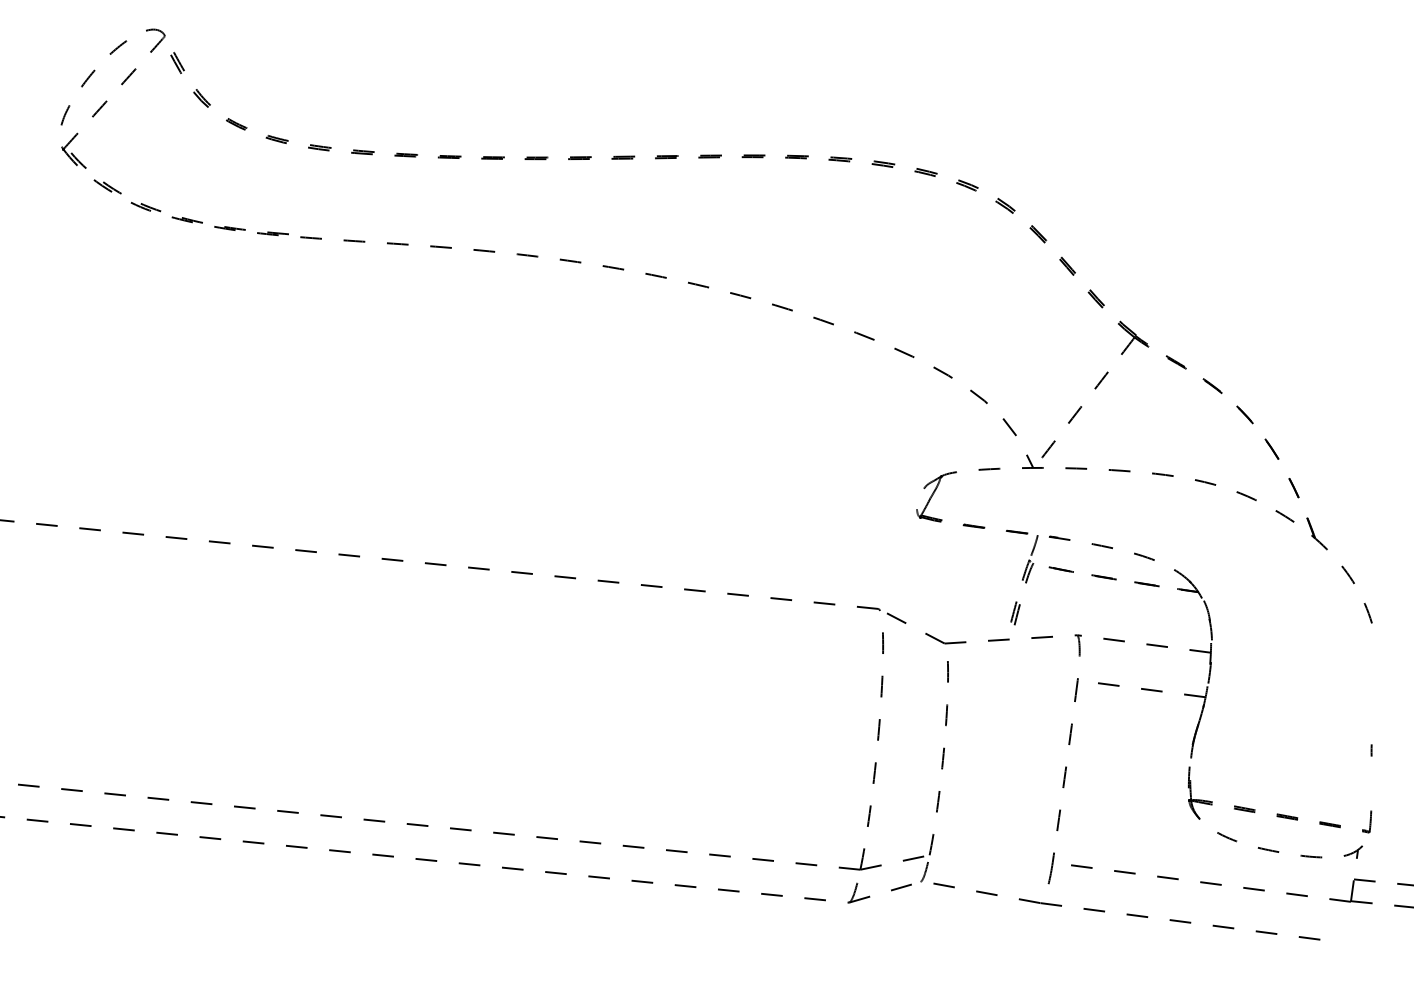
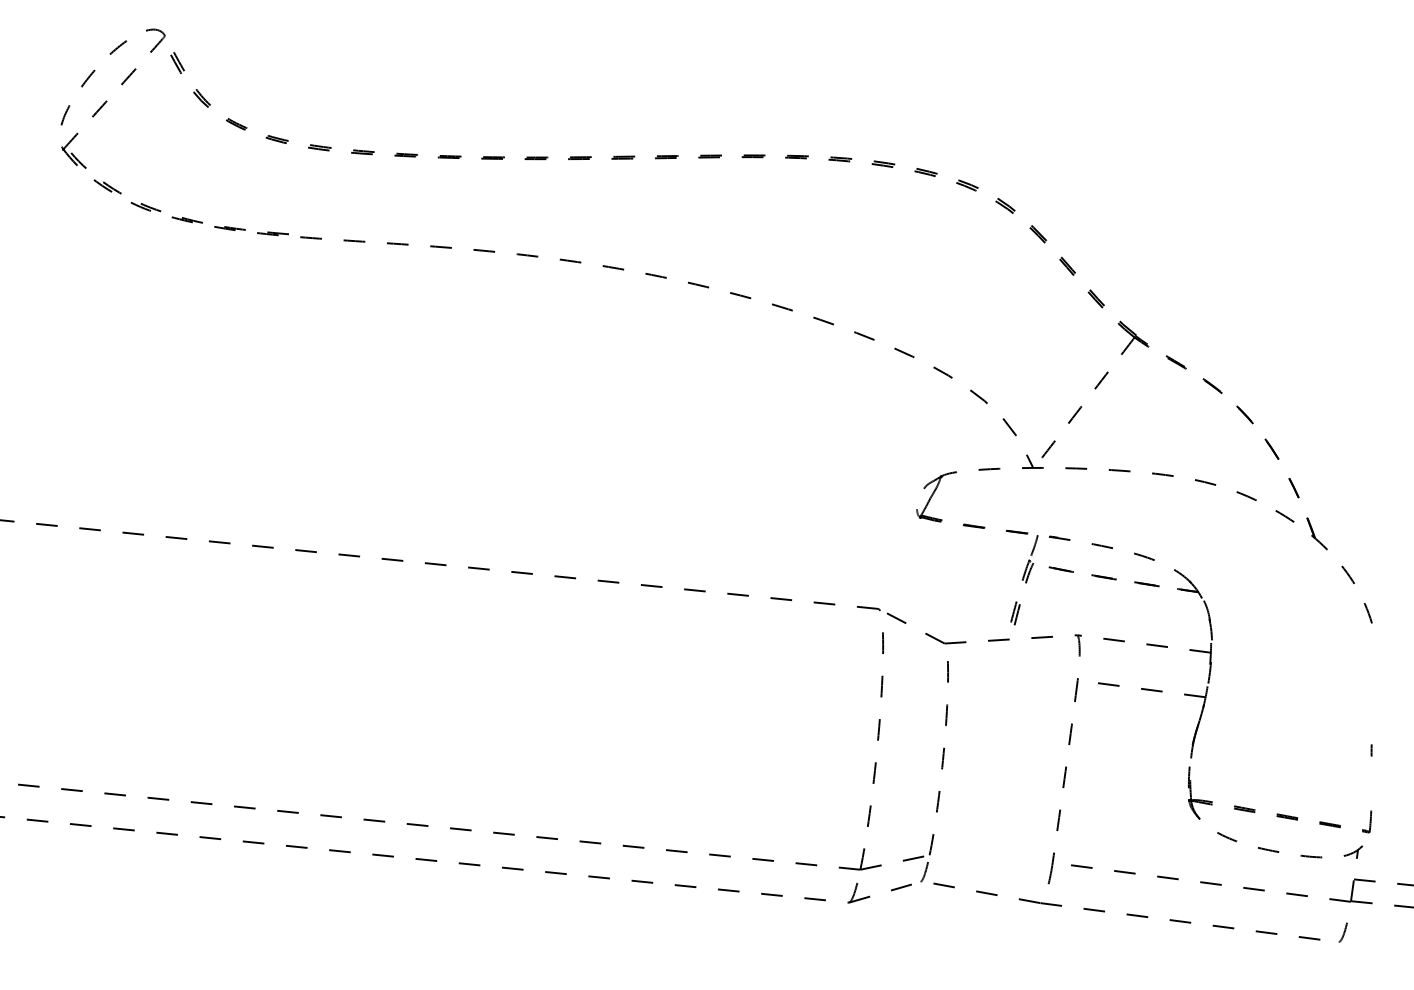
curve at (1343, 932): none -> present
